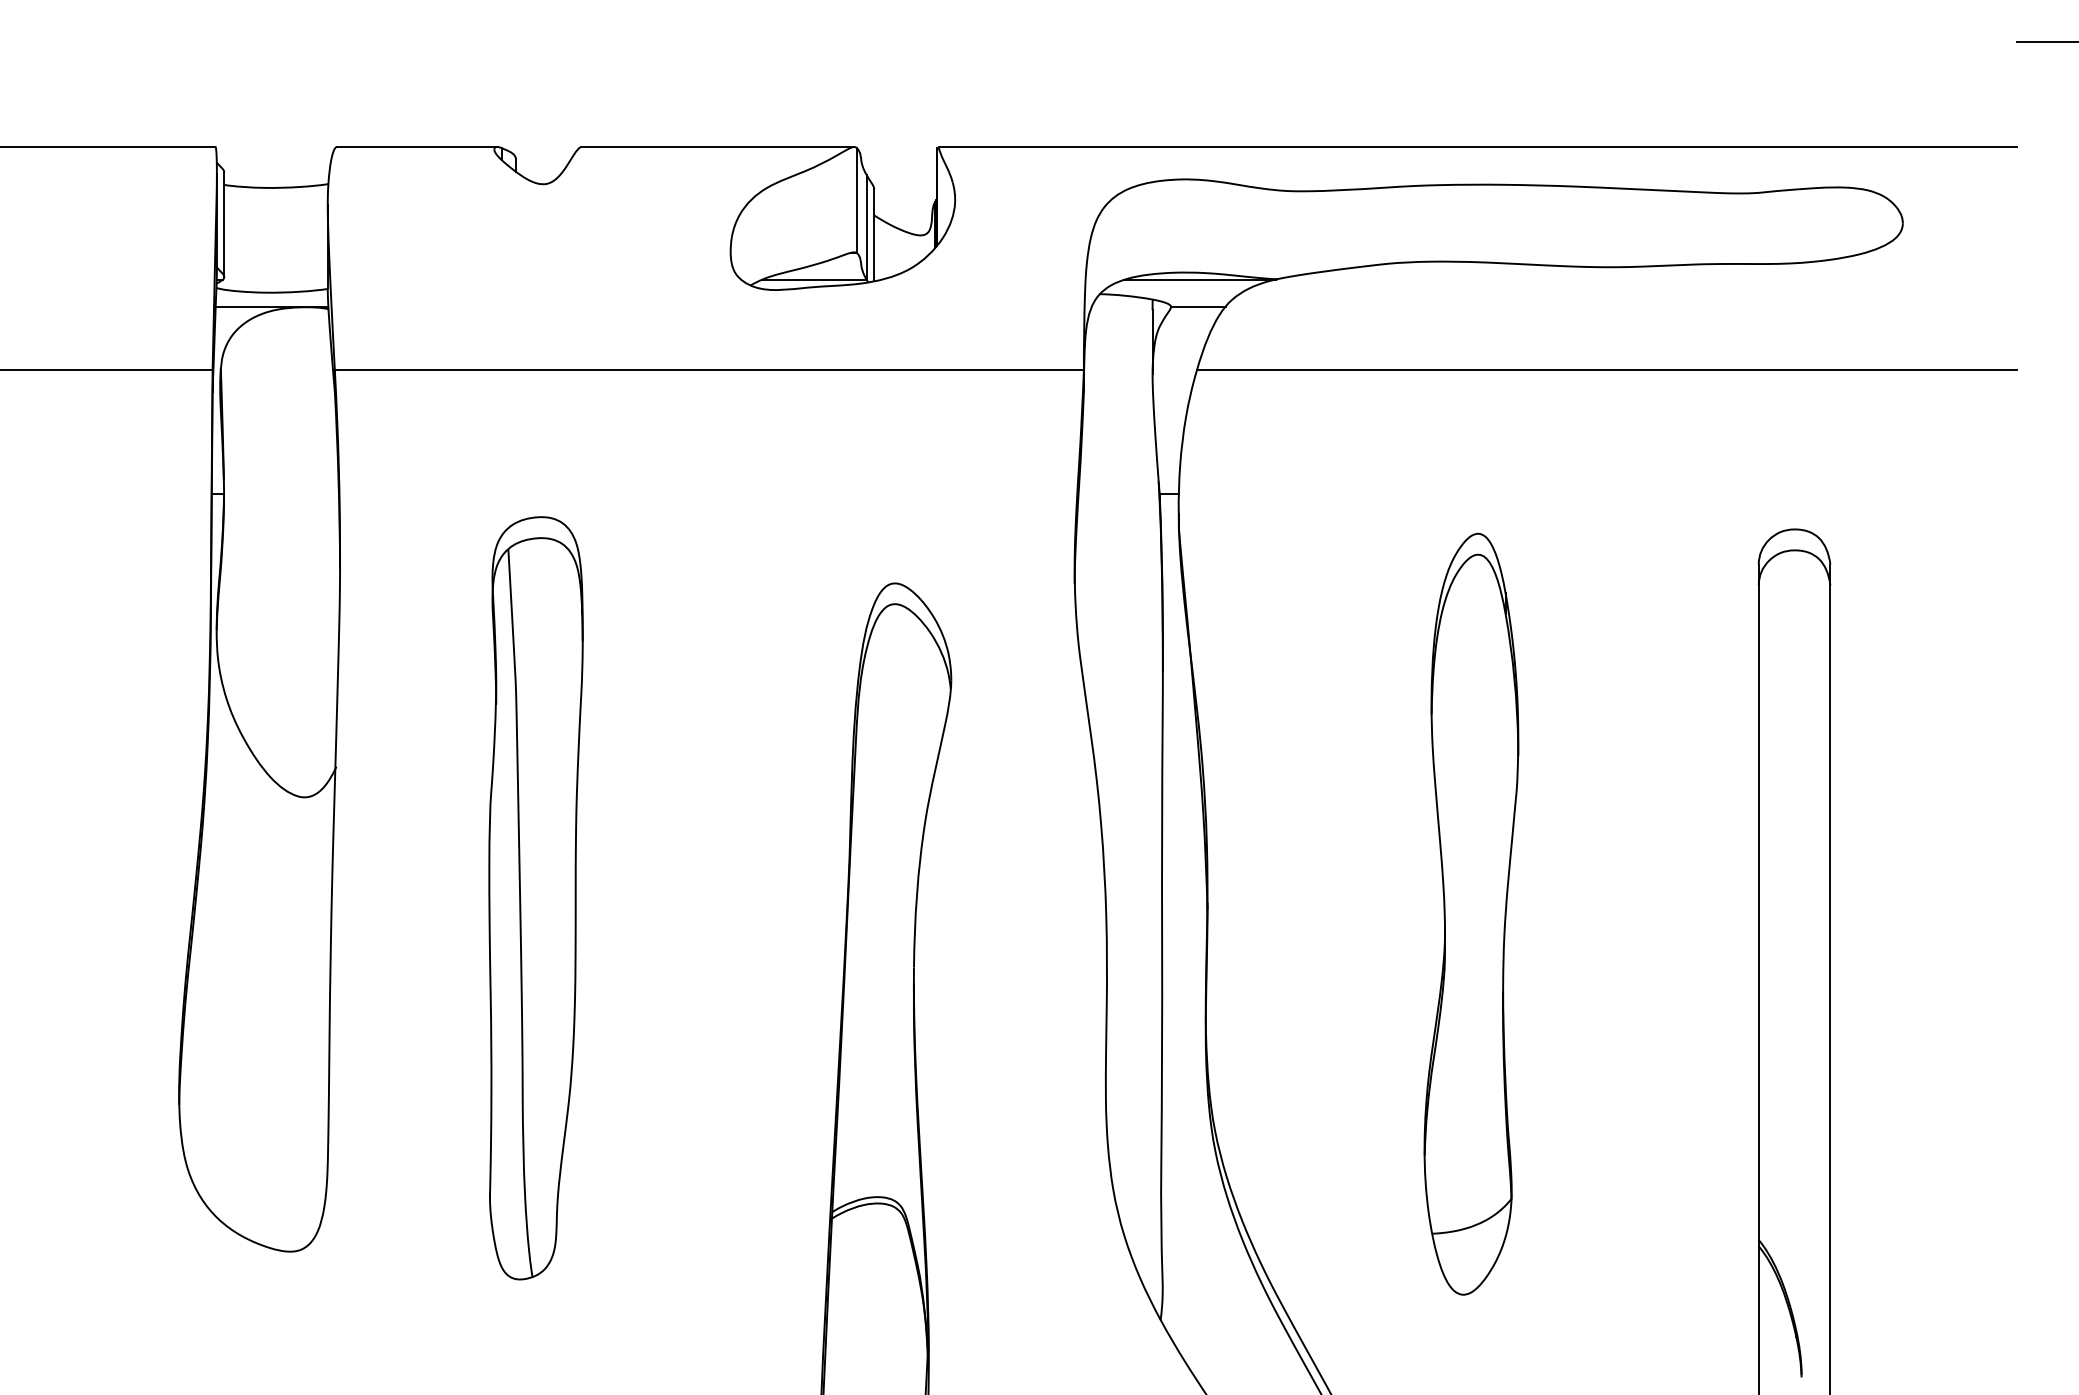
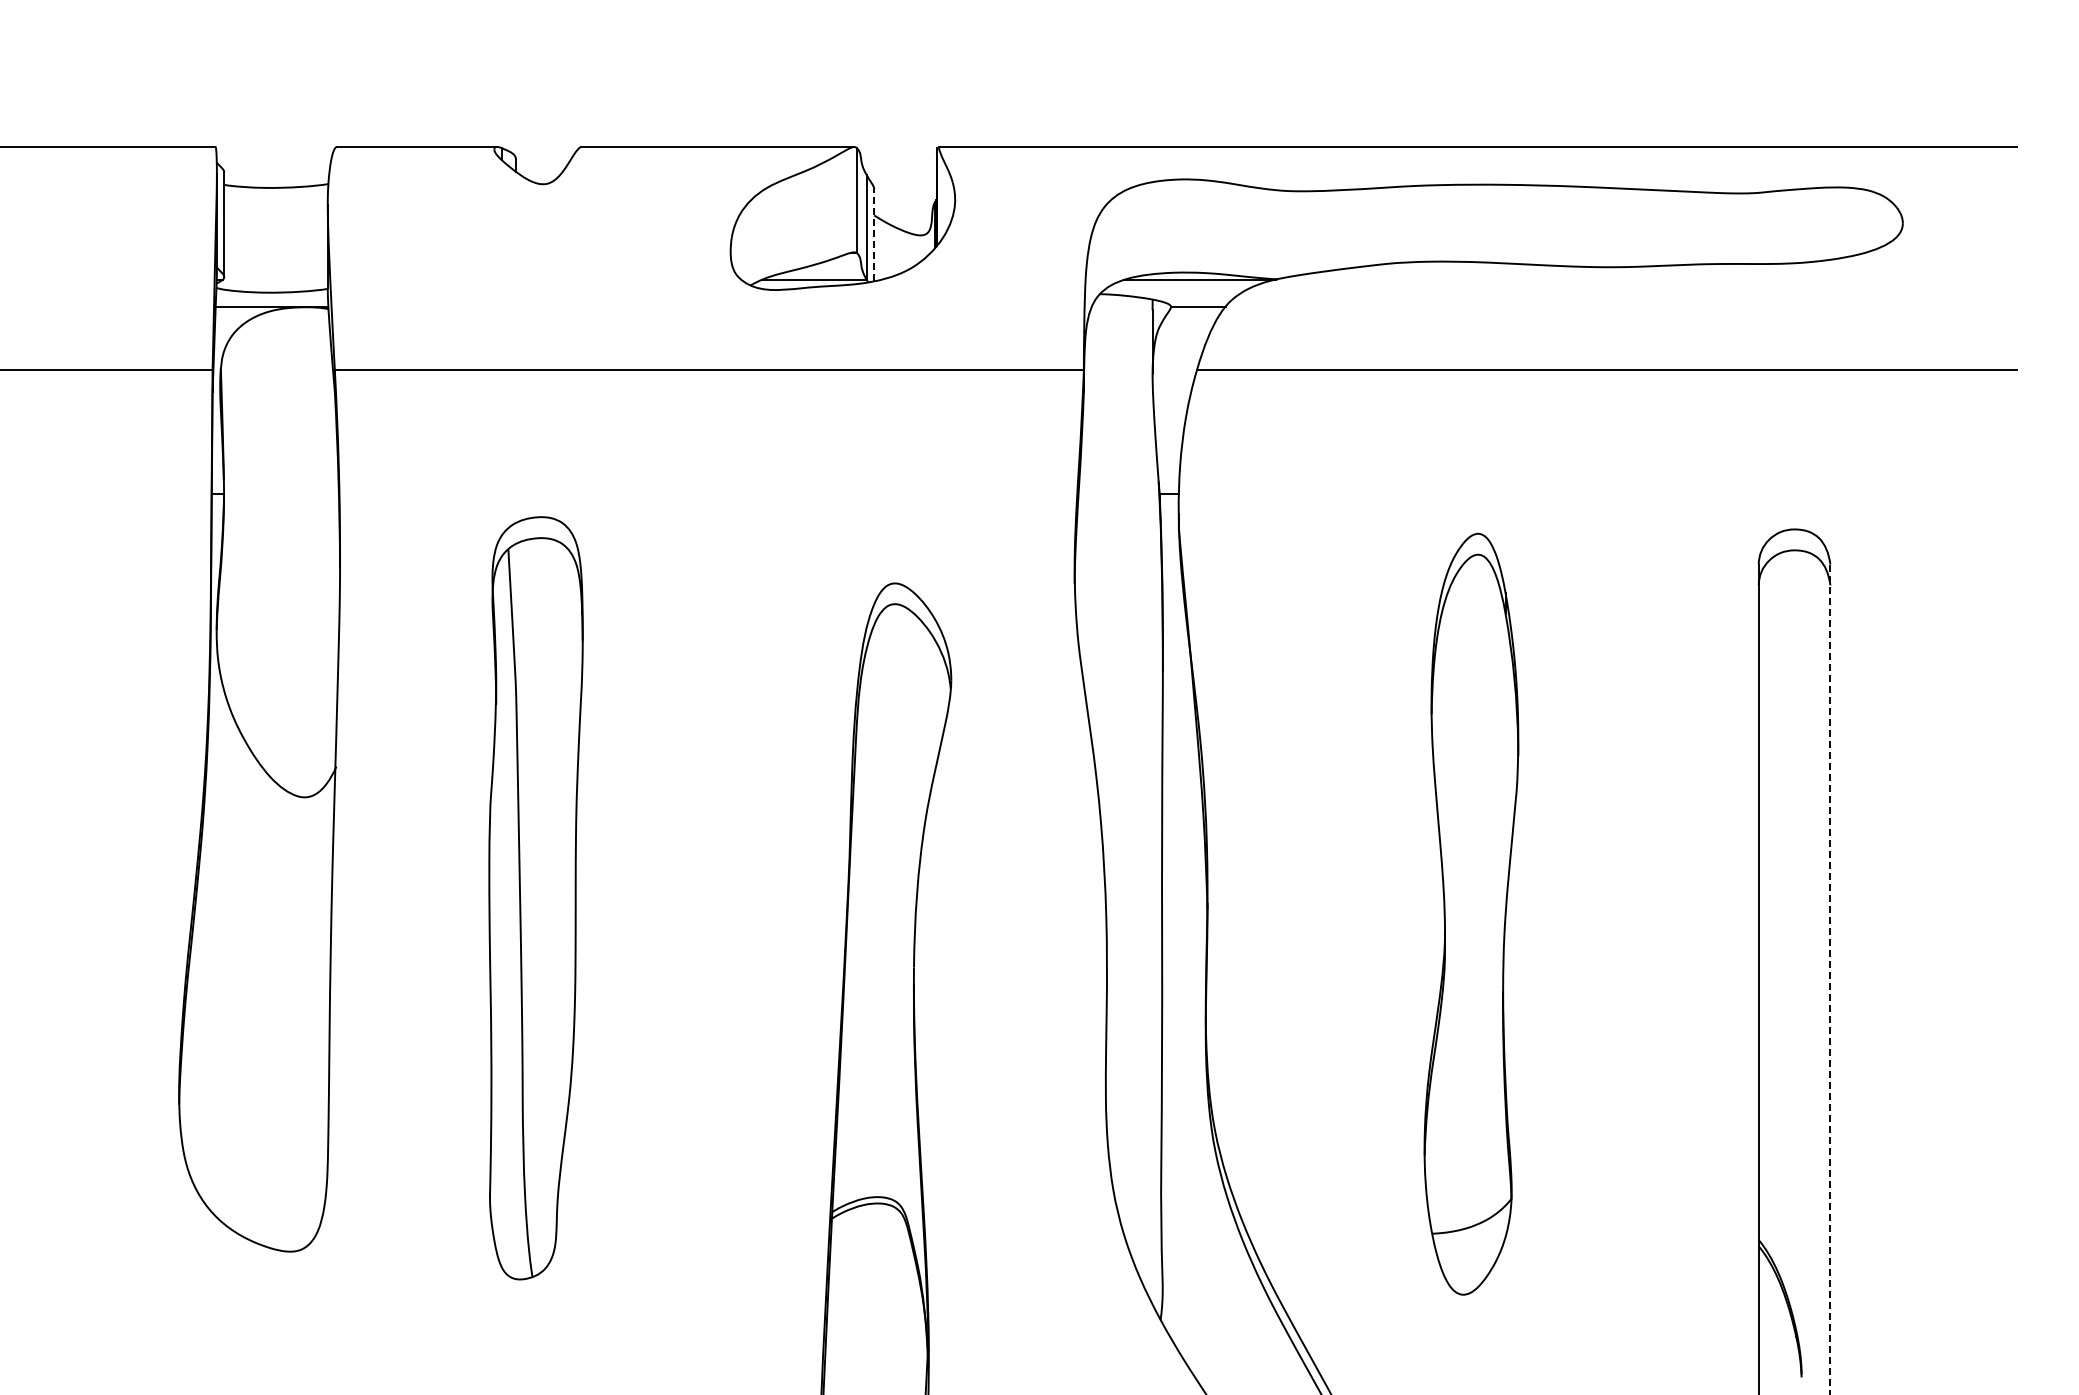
line at (2045, 42): present -> none
line at (874, 234): solid -> dashed
line at (1830, 979): solid -> dashed
